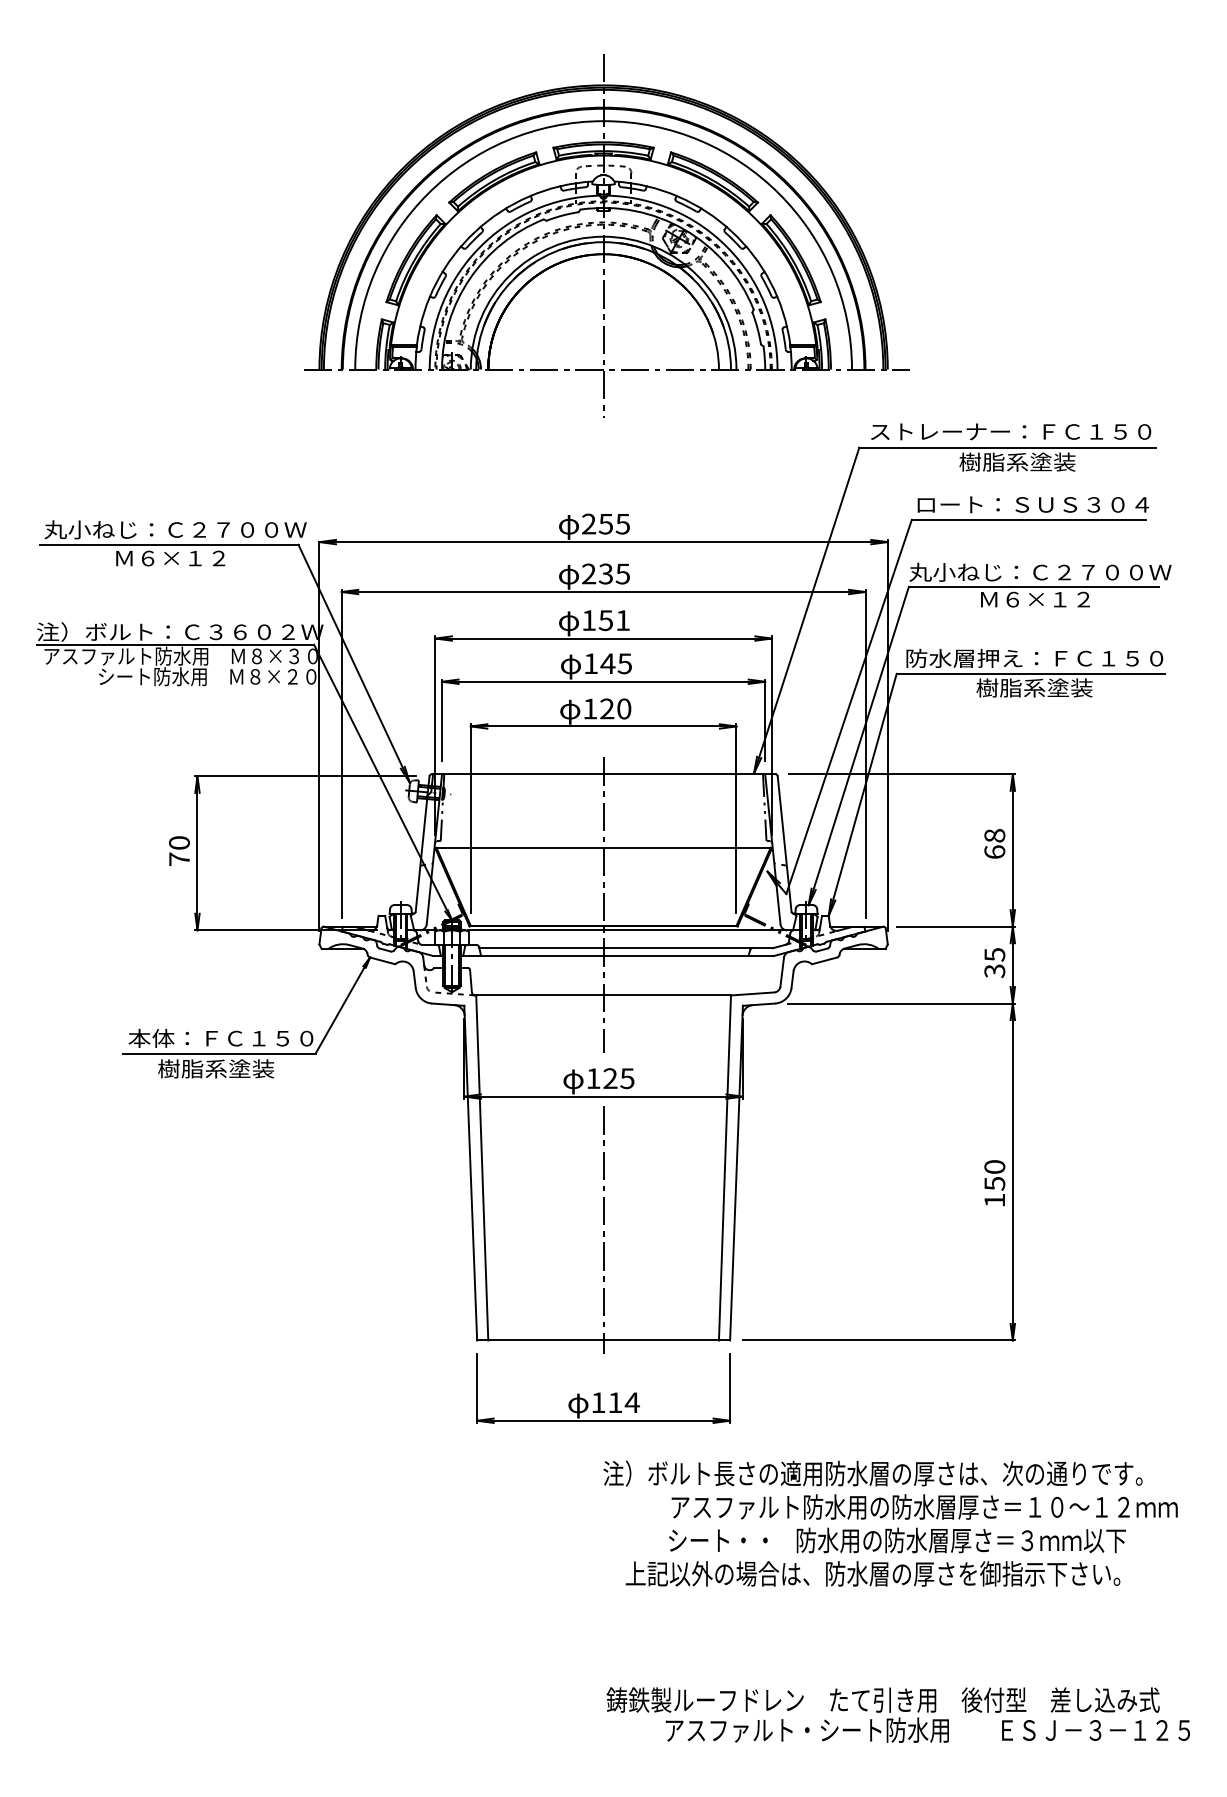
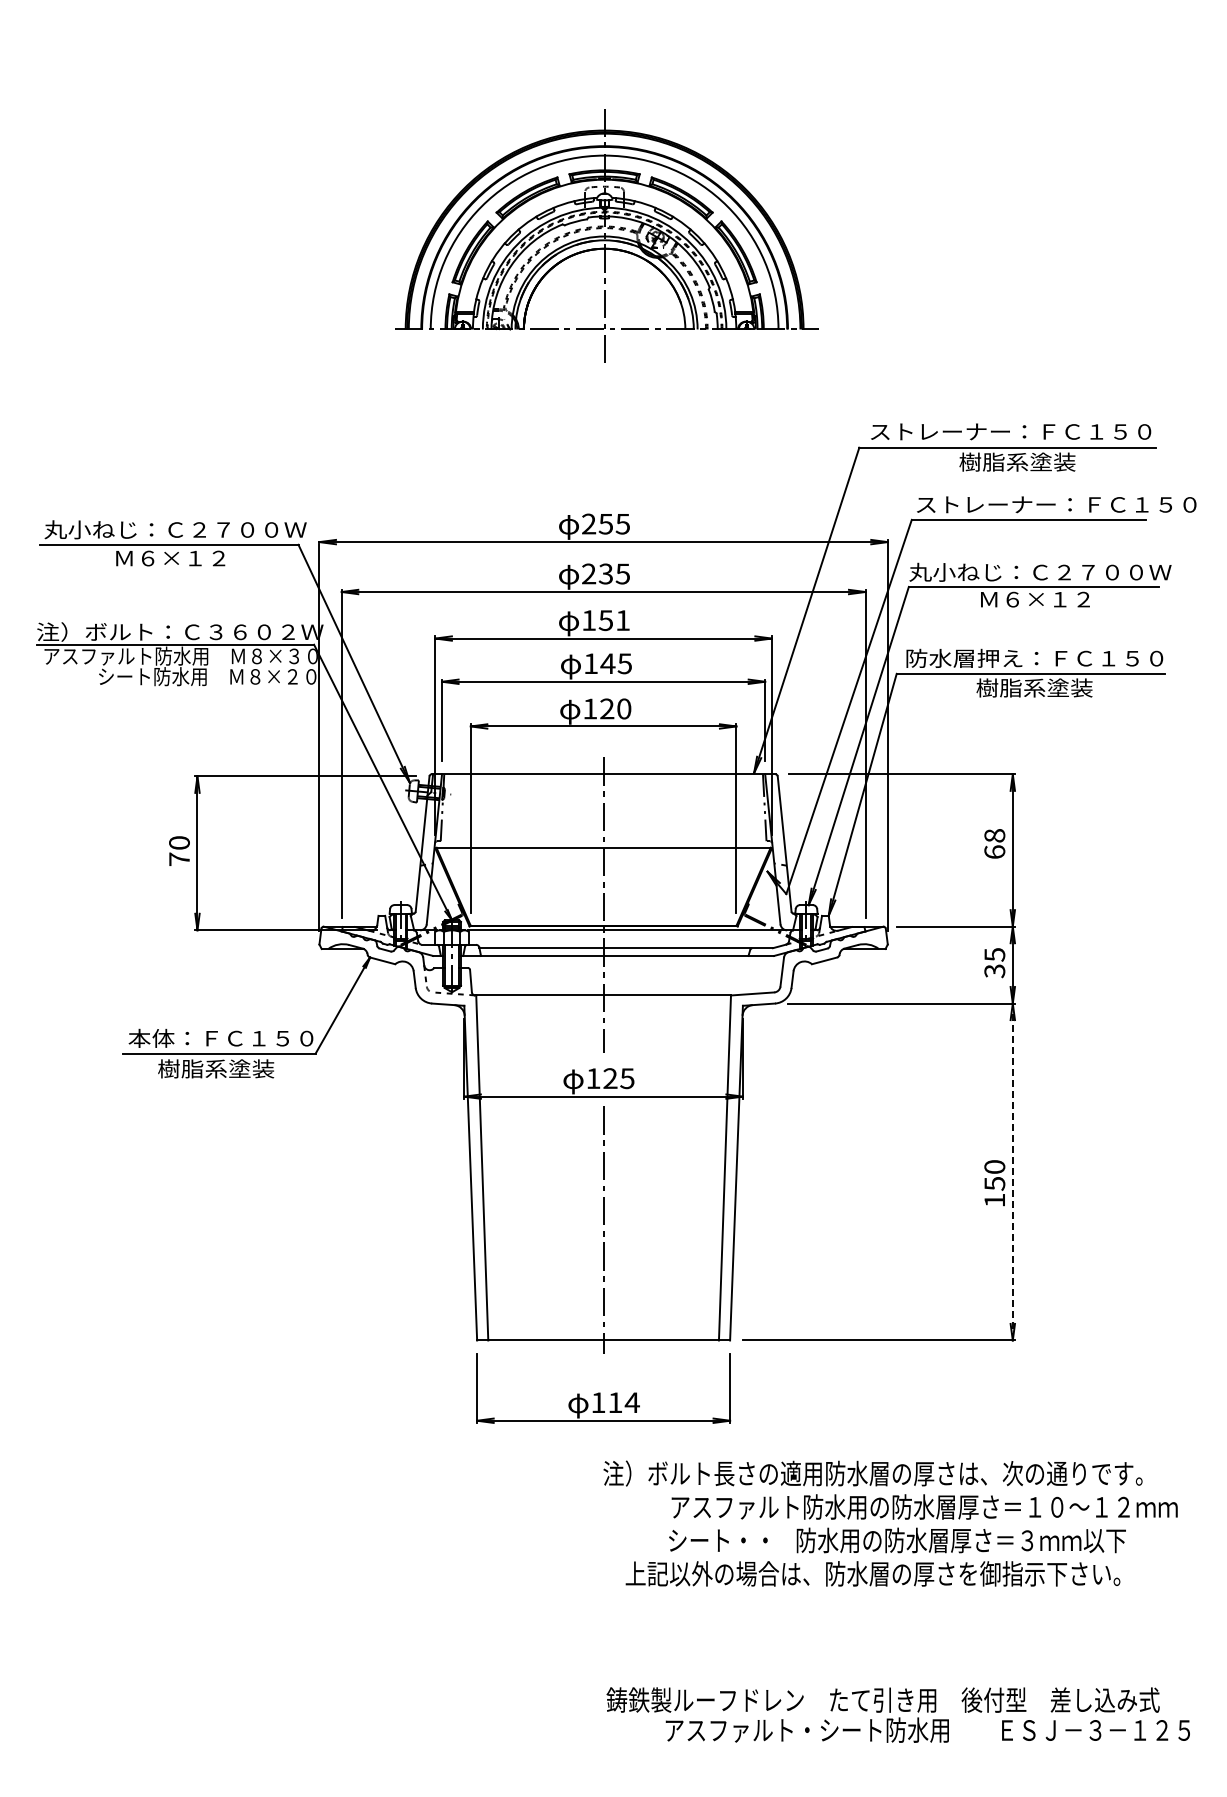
part at (606, 235) size: 606x364 px -> 424x254 px
text at (1056, 504): ロート：ＳＵＳ３０４ -> ストレーナー：ＦＣ１５０
line at (1012, 1171): solid -> dashed
